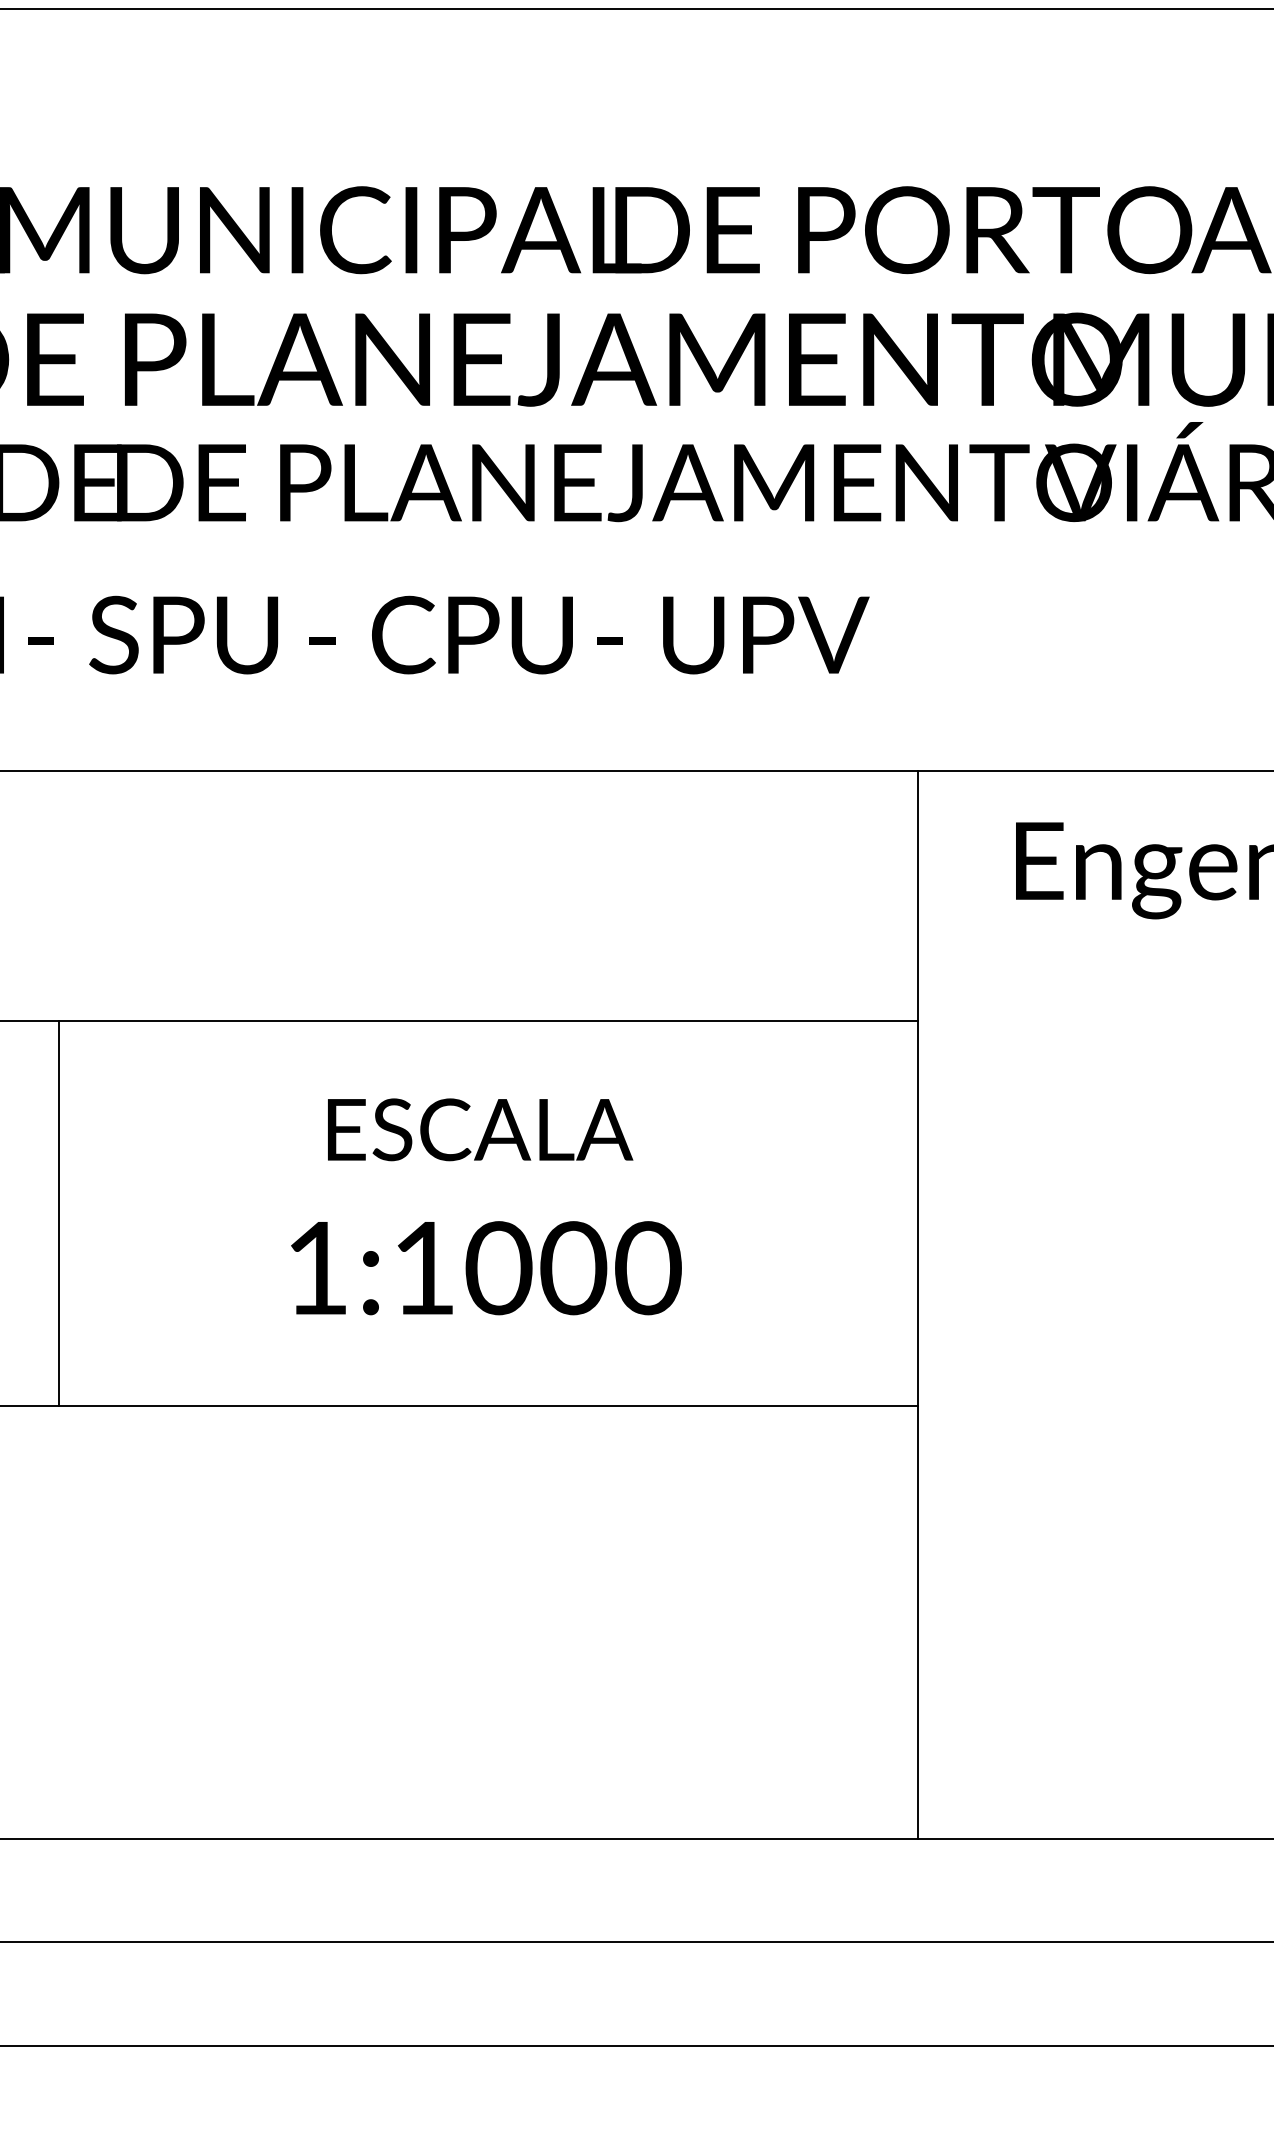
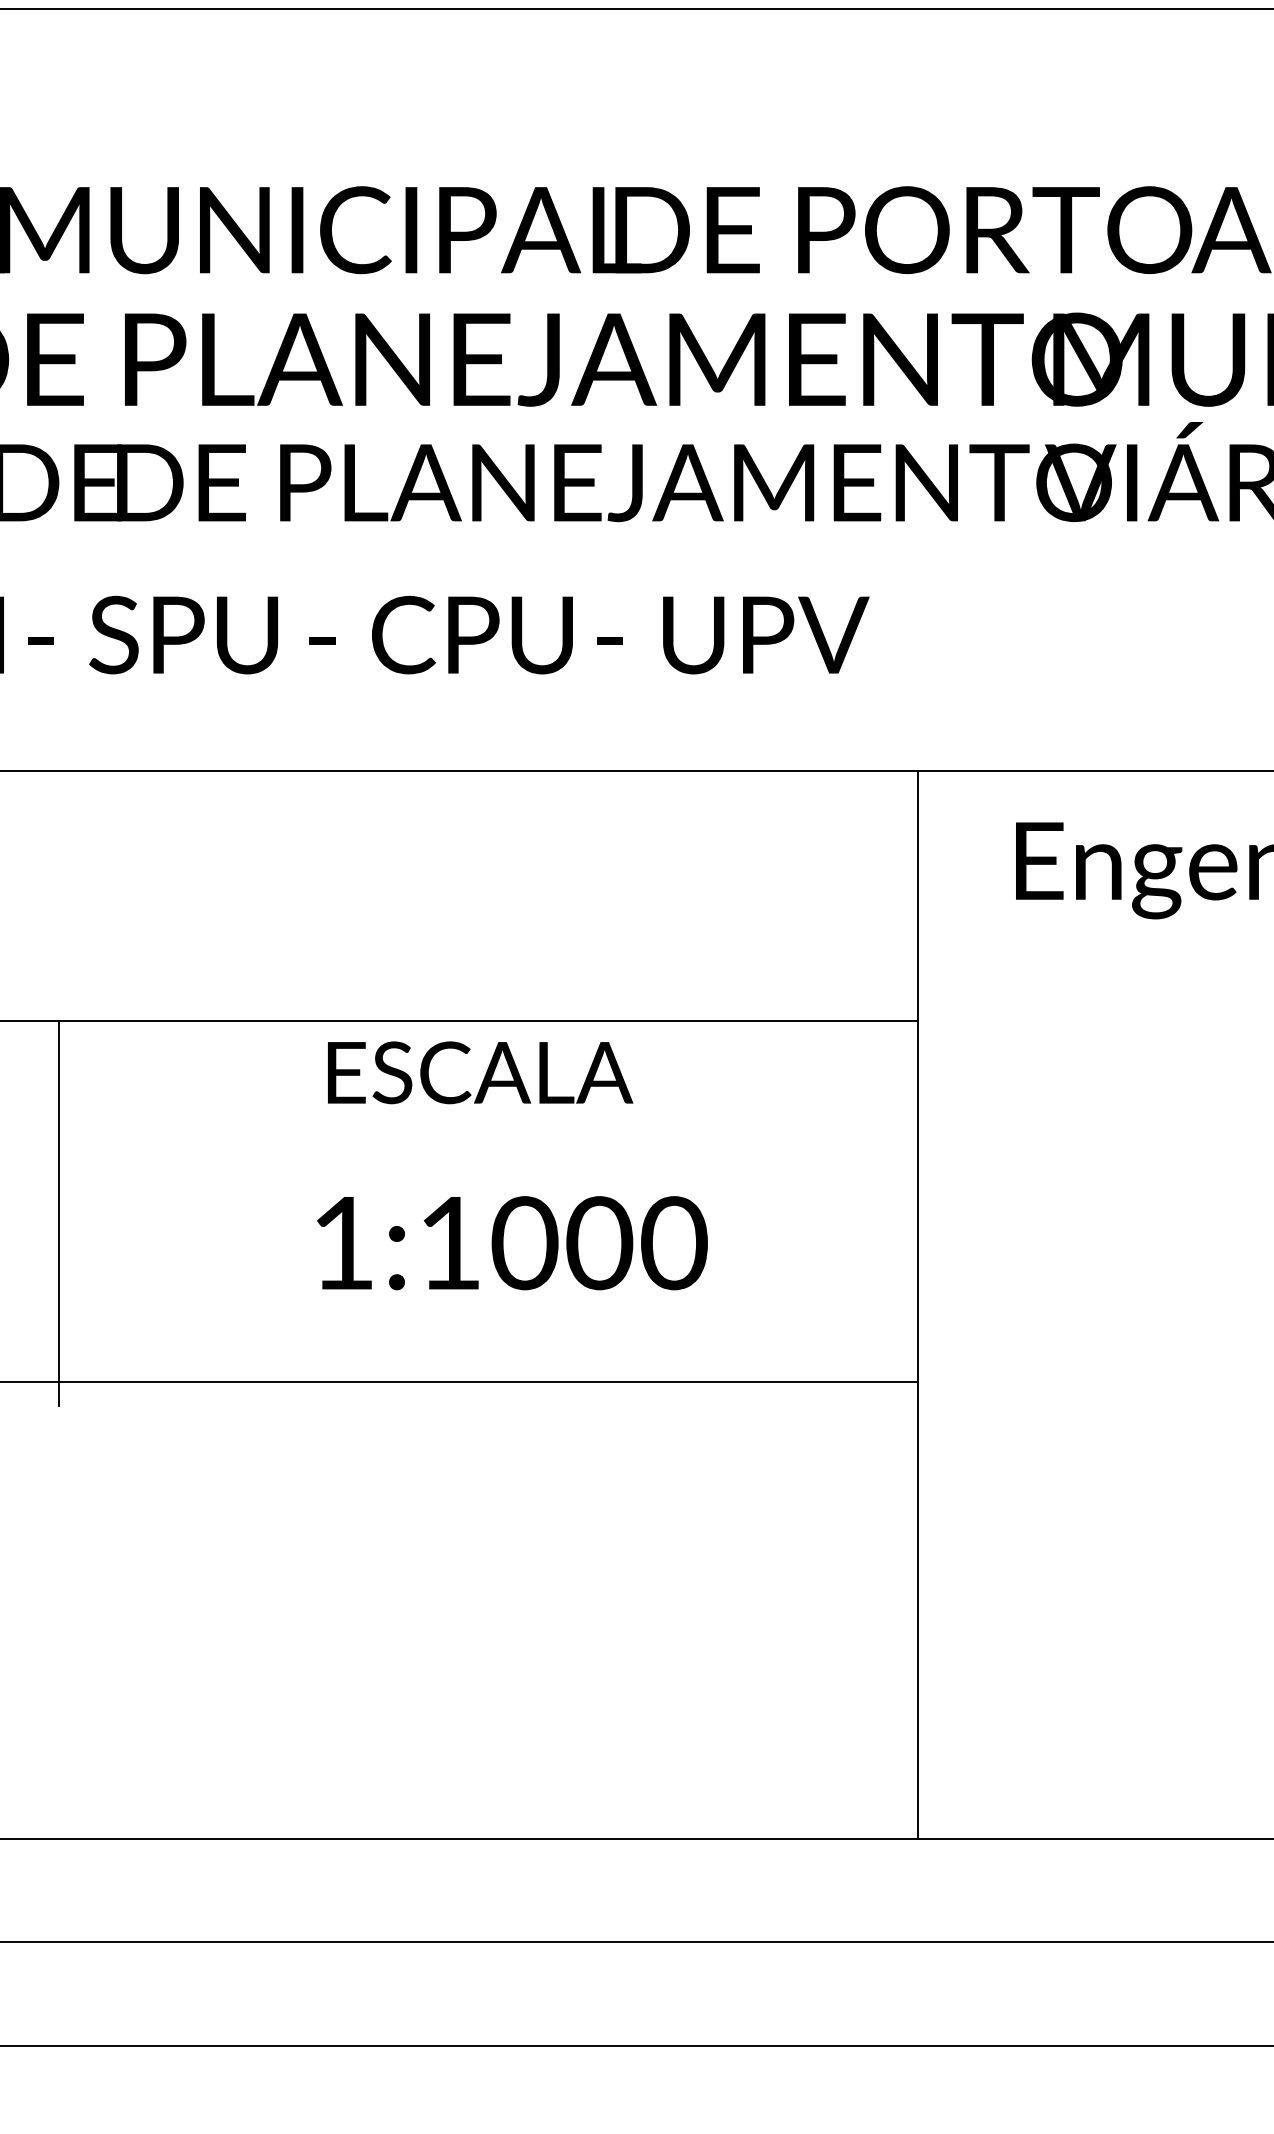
text at (480, 1129) position: (480, 1129) -> (480, 1072)
text at (486, 1268) position: (486, 1268) -> (512, 1243)
line at (459, 1405) position: (459, 1405) -> (459, 1381)
